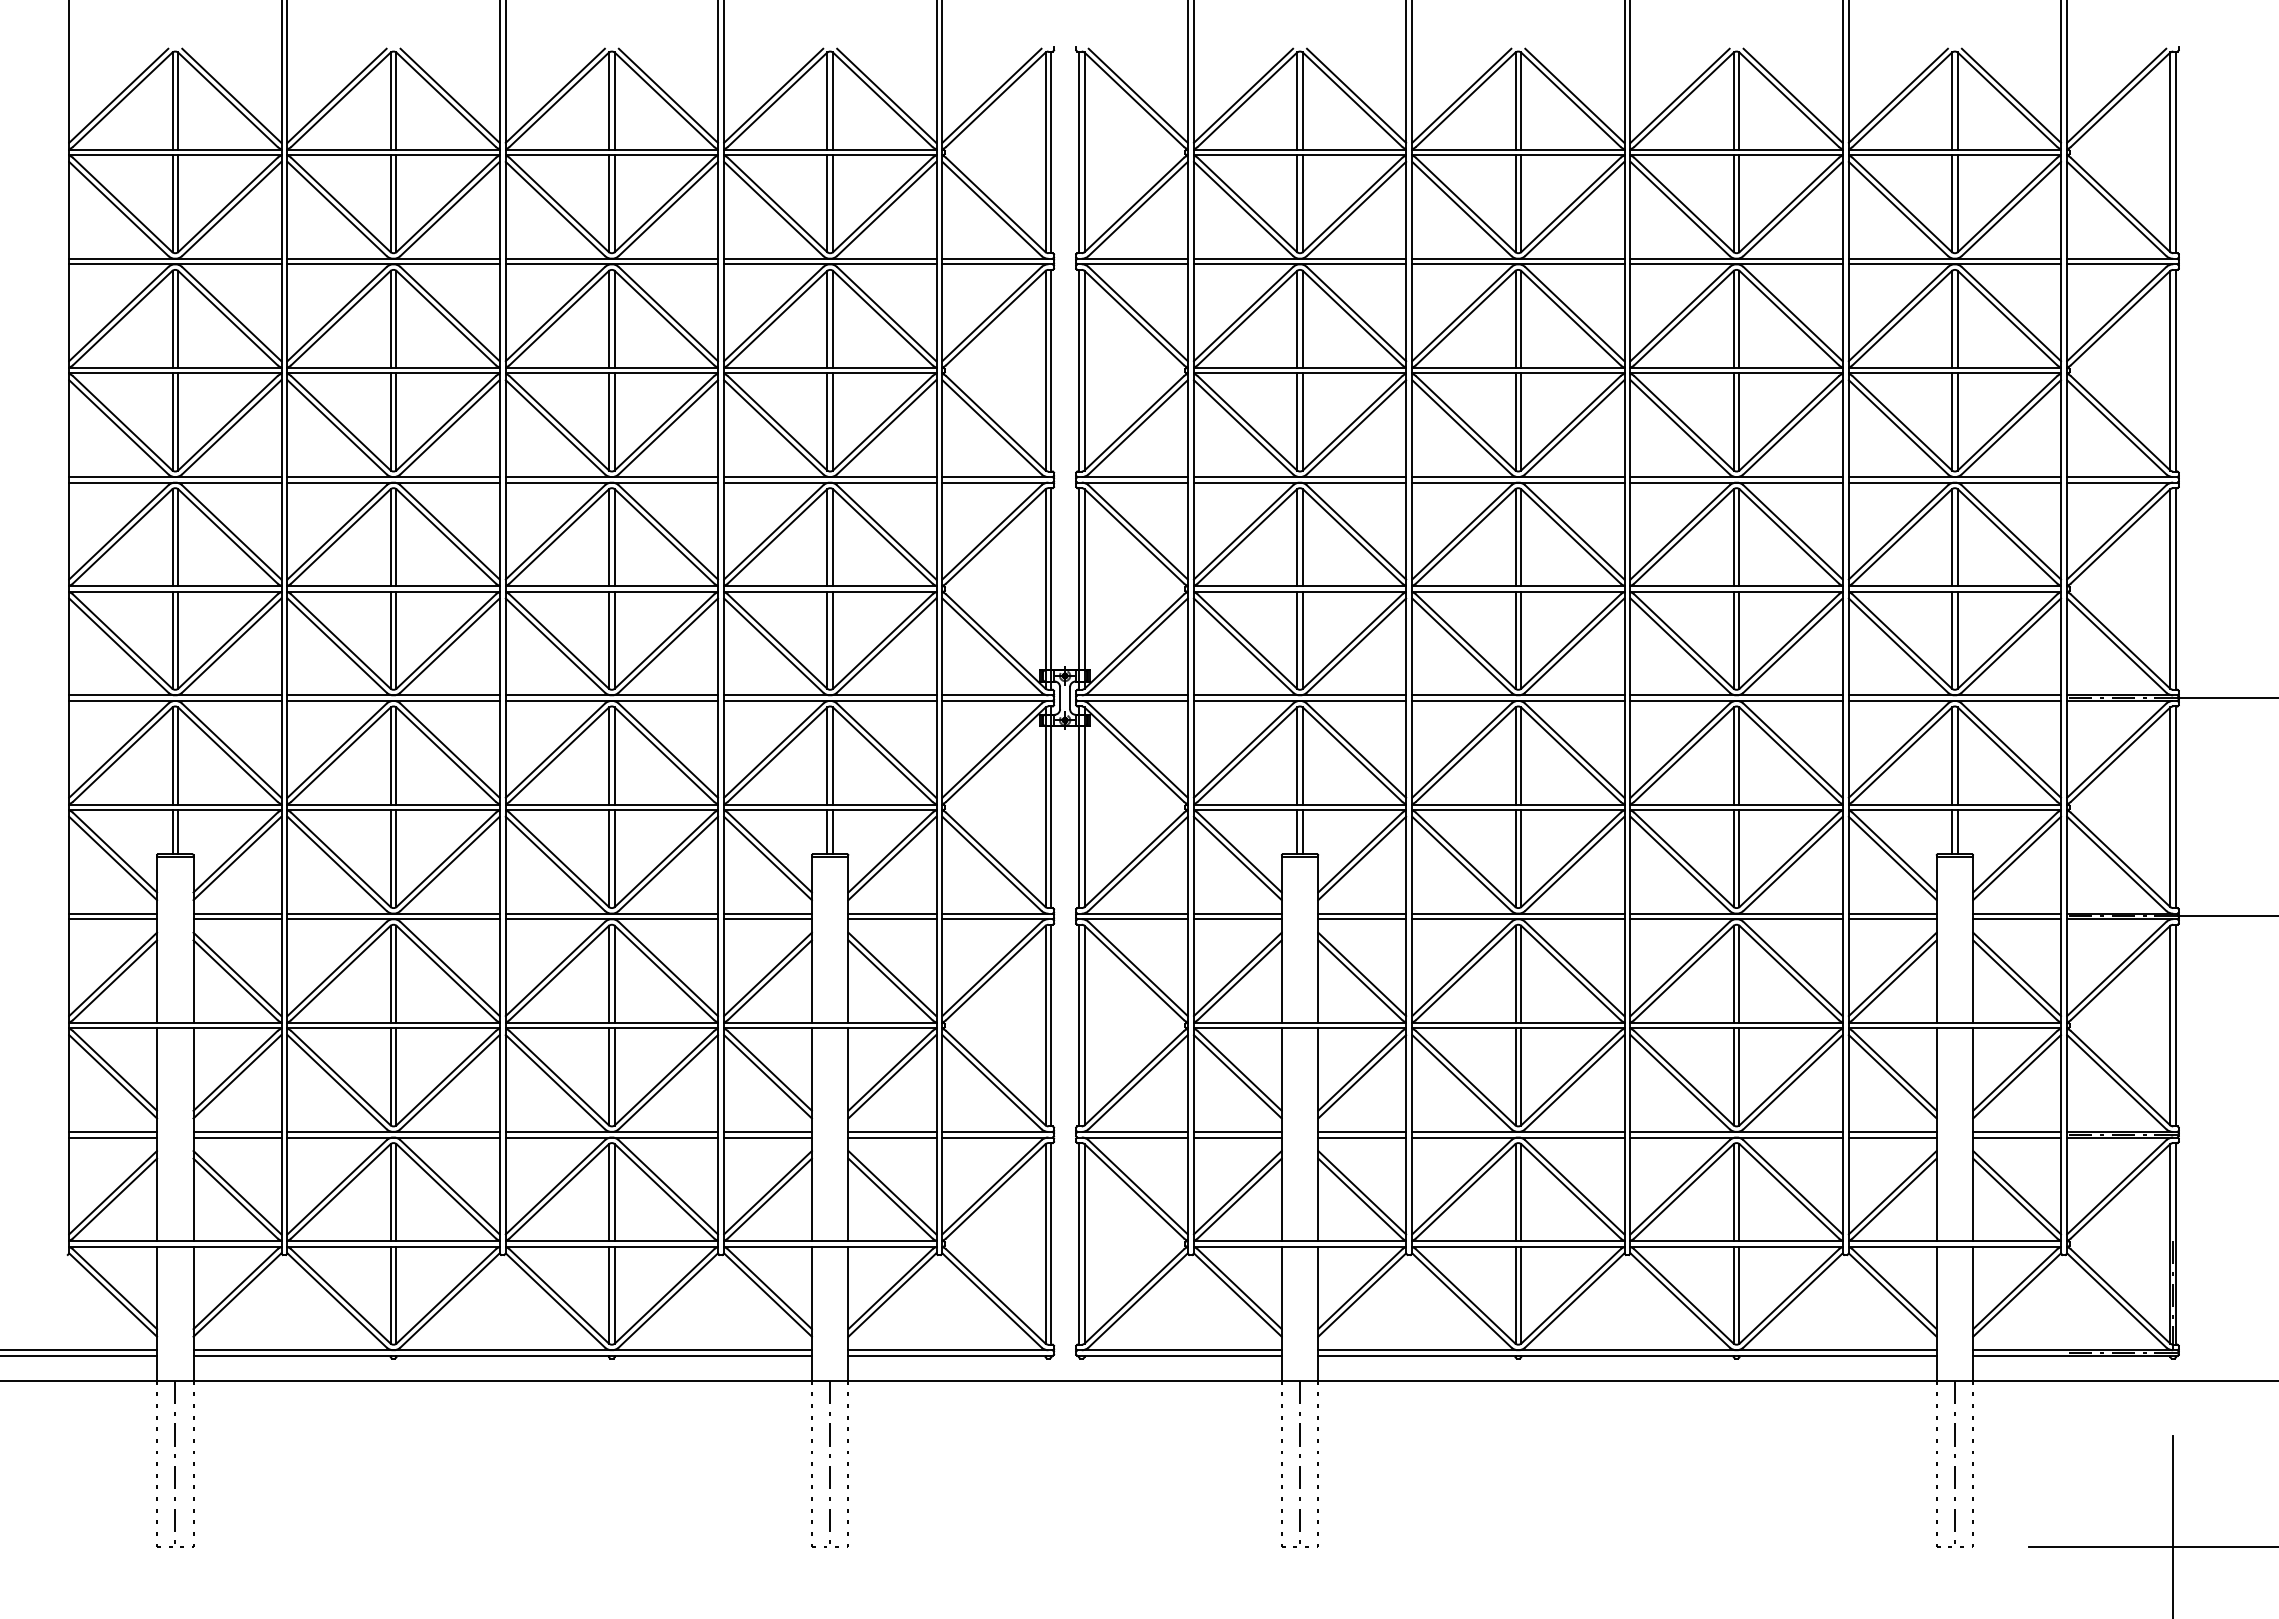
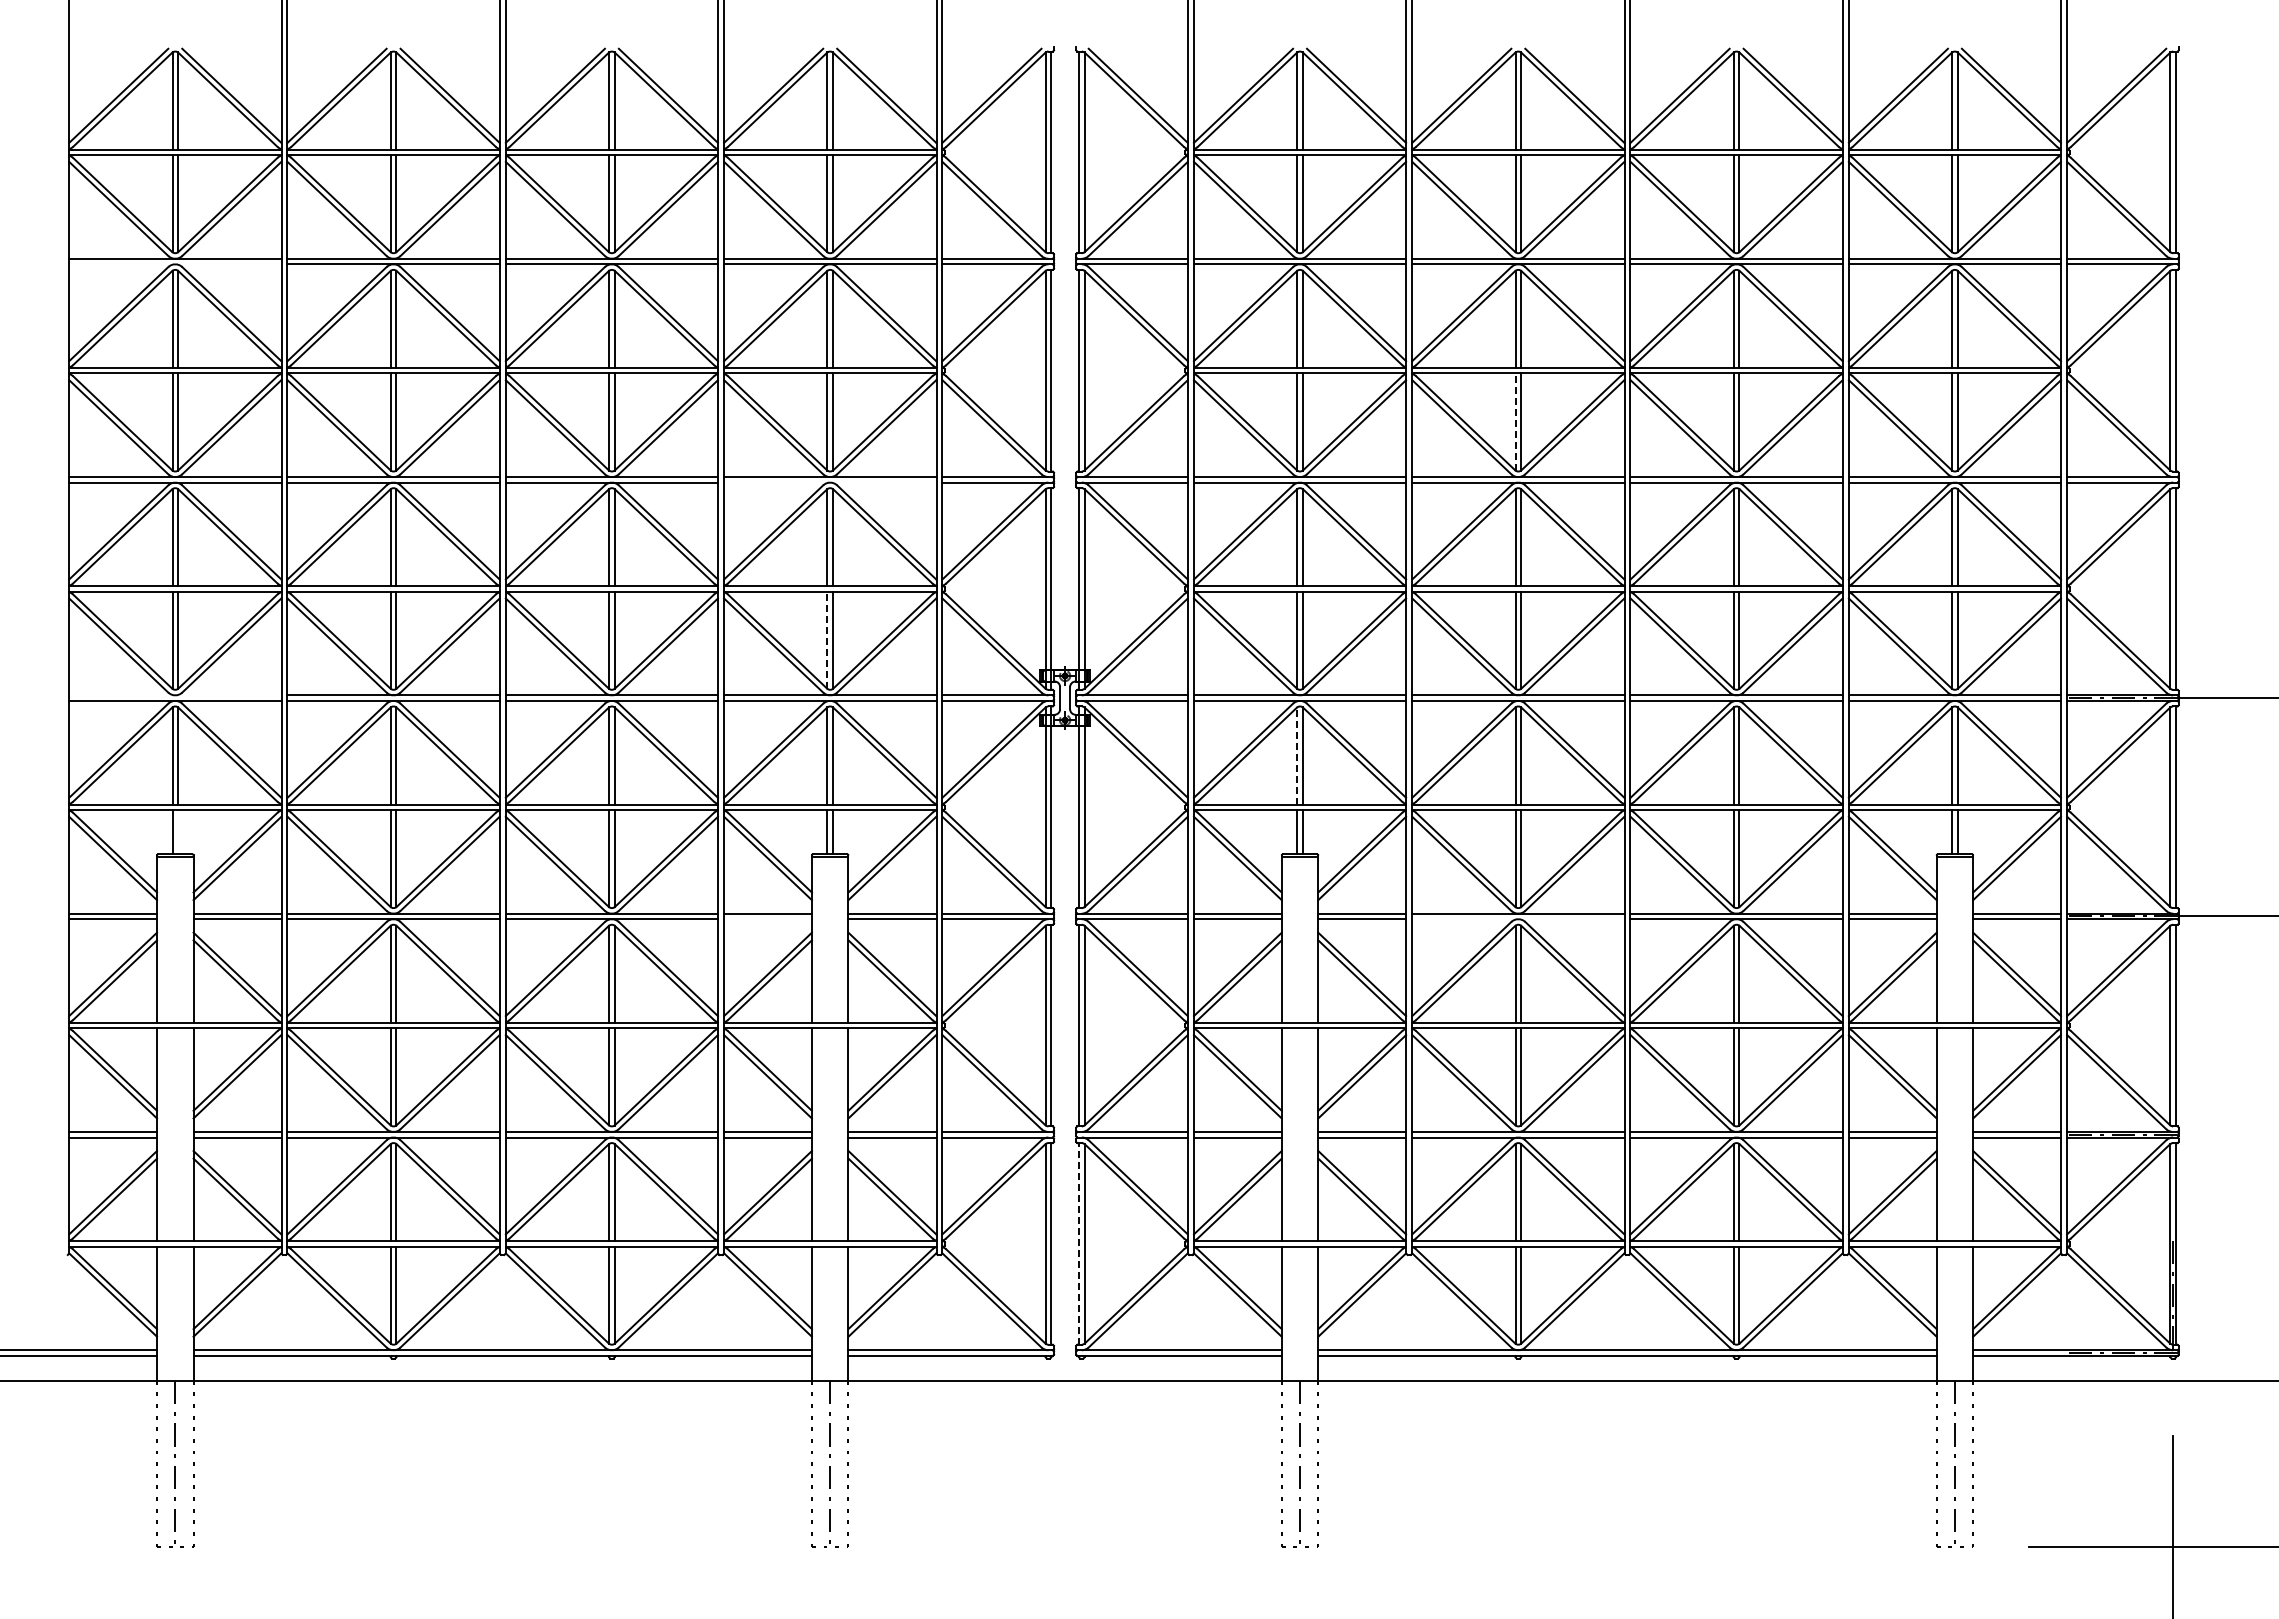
line at (174, 264): present -> none
line at (1515, 422): solid -> dashed
line at (829, 482): present -> none
line at (827, 640): solid -> dashed
line at (174, 695): present -> none
line at (1297, 755): solid -> dashed
line at (178, 832): present -> none
line at (767, 919): present -> none
line at (1517, 919): present -> none
line at (1078, 1243): solid -> dashed
